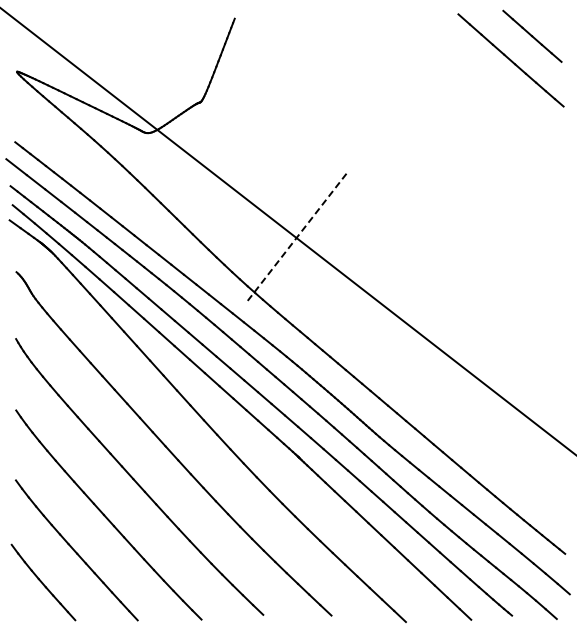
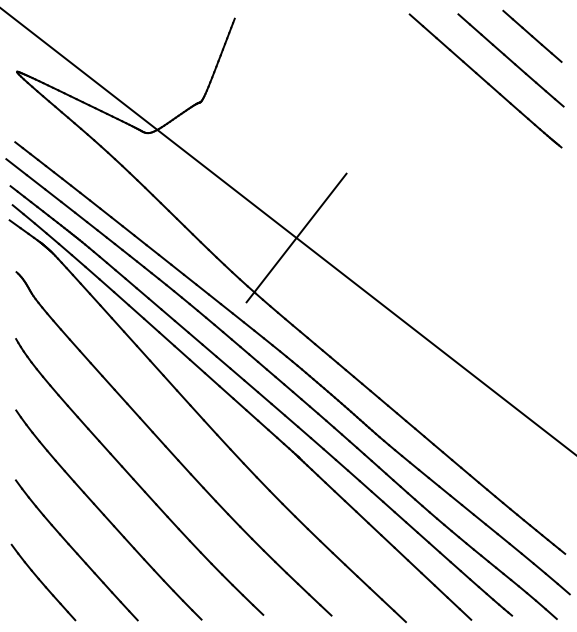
line at (485, 80): none -> present
line at (296, 238): dashed -> solid
